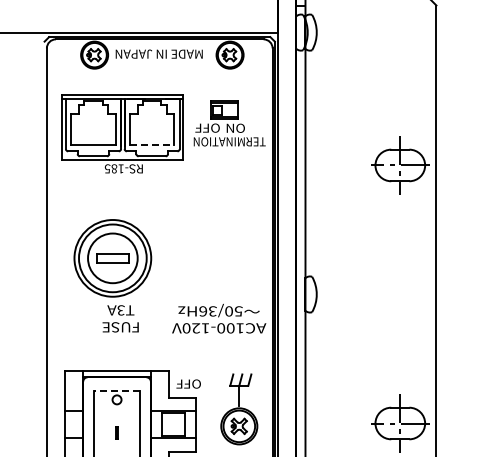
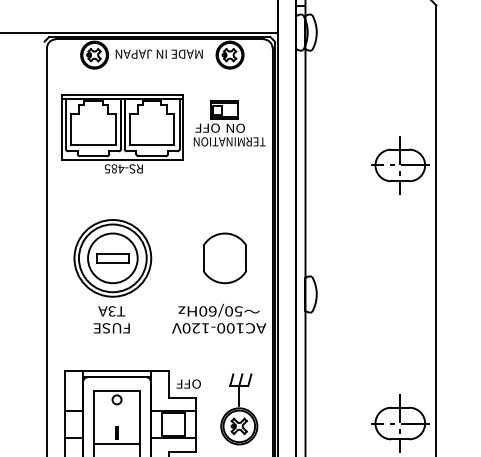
line at (152, 144): dashed -> solid
text at (121, 168): RS-185 -> RS-485
part at (224, 258): none -> present
text at (207, 311): 50/36Hz -> 50/60Hz
text at (120, 318) position: (120, 318) -> (111, 319)
line at (117, 390): dashed -> solid
line at (116, 443): none -> present
